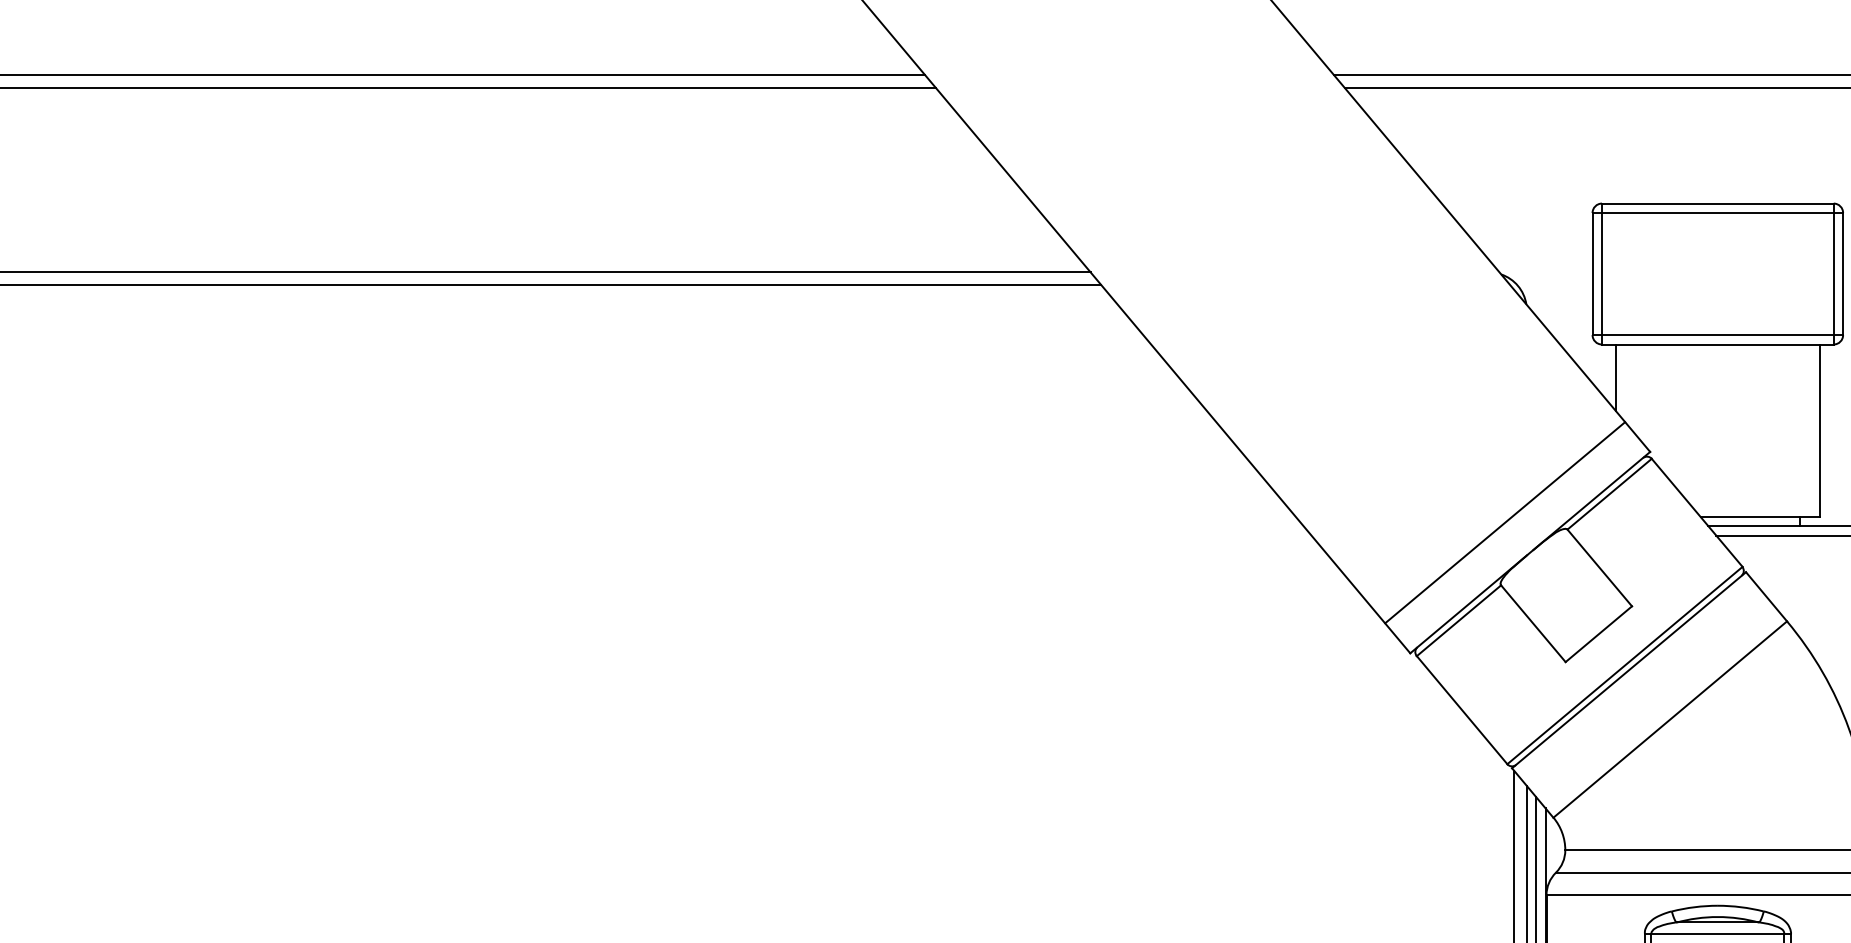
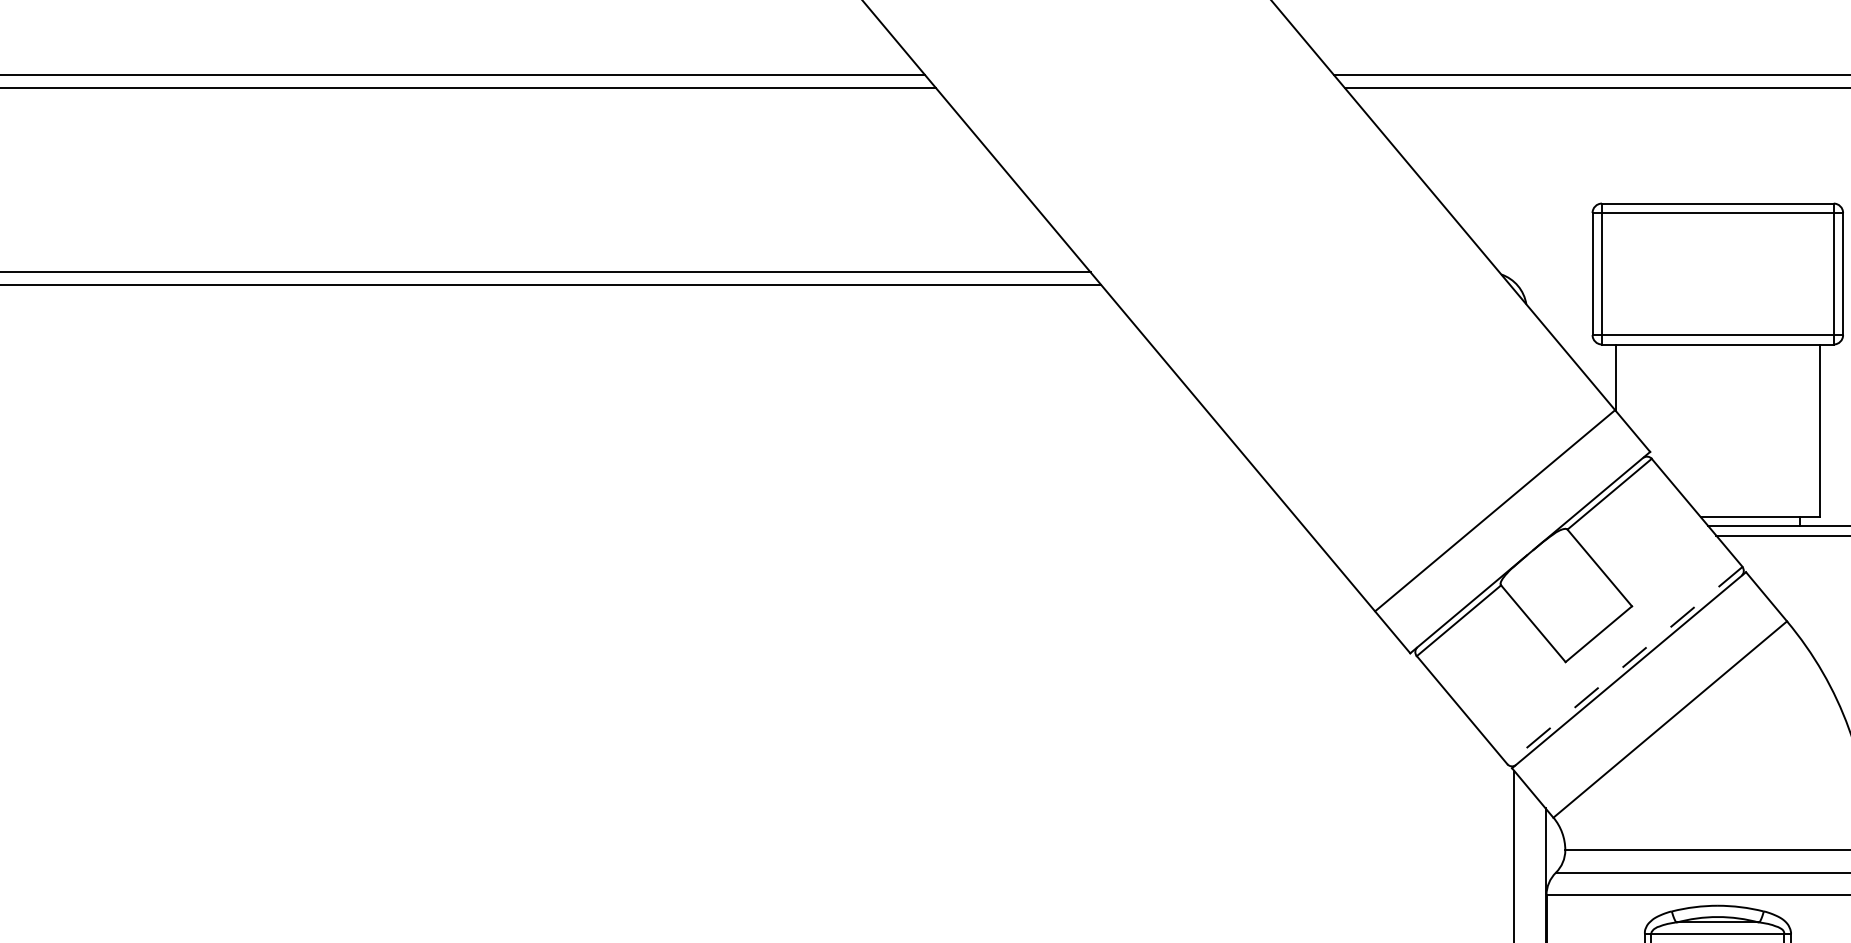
line at (1505, 522) position: (1505, 522) -> (1495, 510)
line at (1624, 665): solid -> dashed
line at (1526, 862): present -> none
line at (1536, 868): present -> none
